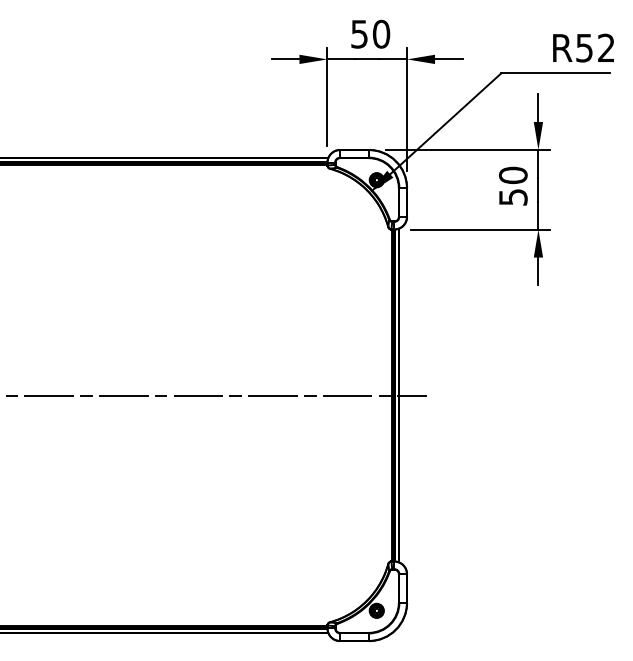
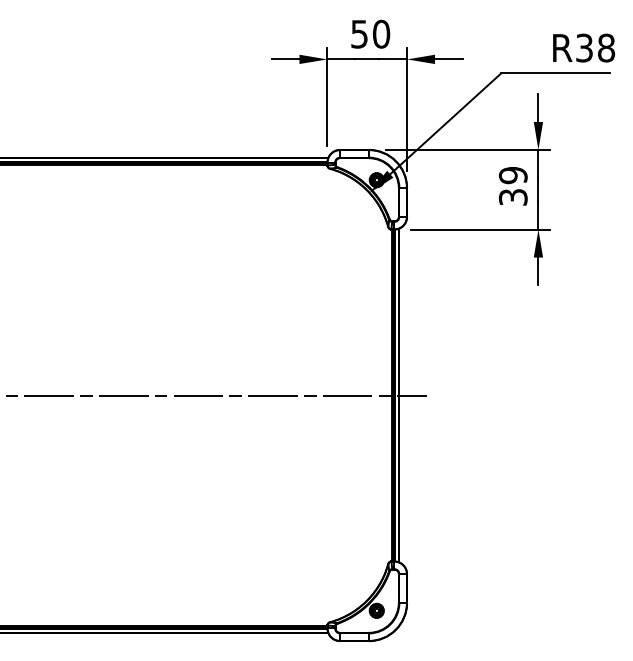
text at (595, 47): R52 -> R38
text at (512, 185): 50 -> 39
